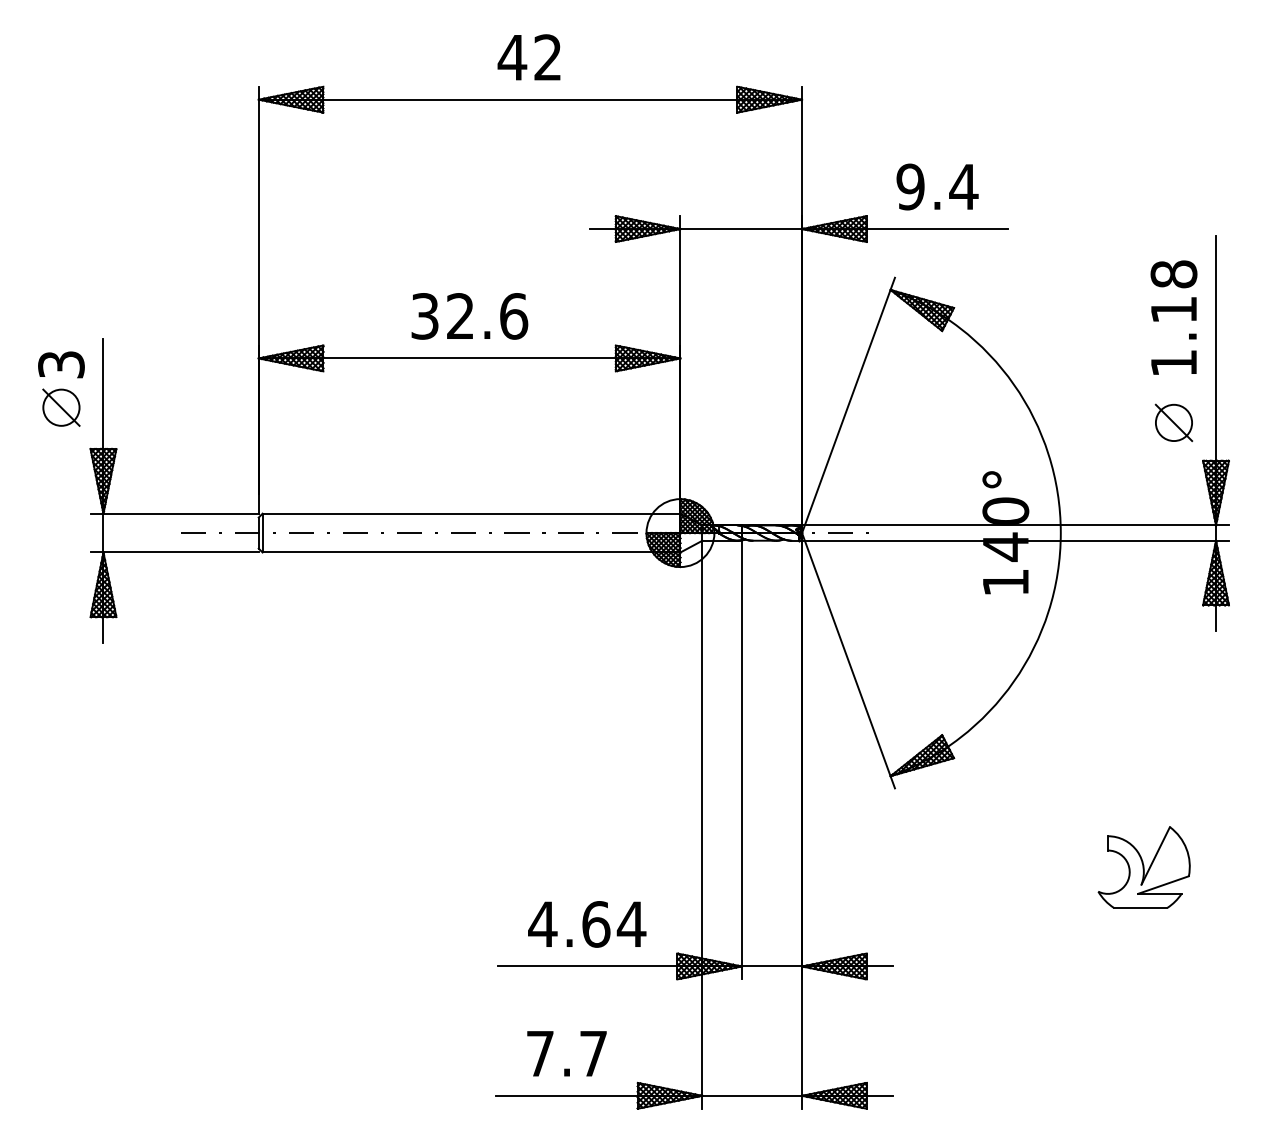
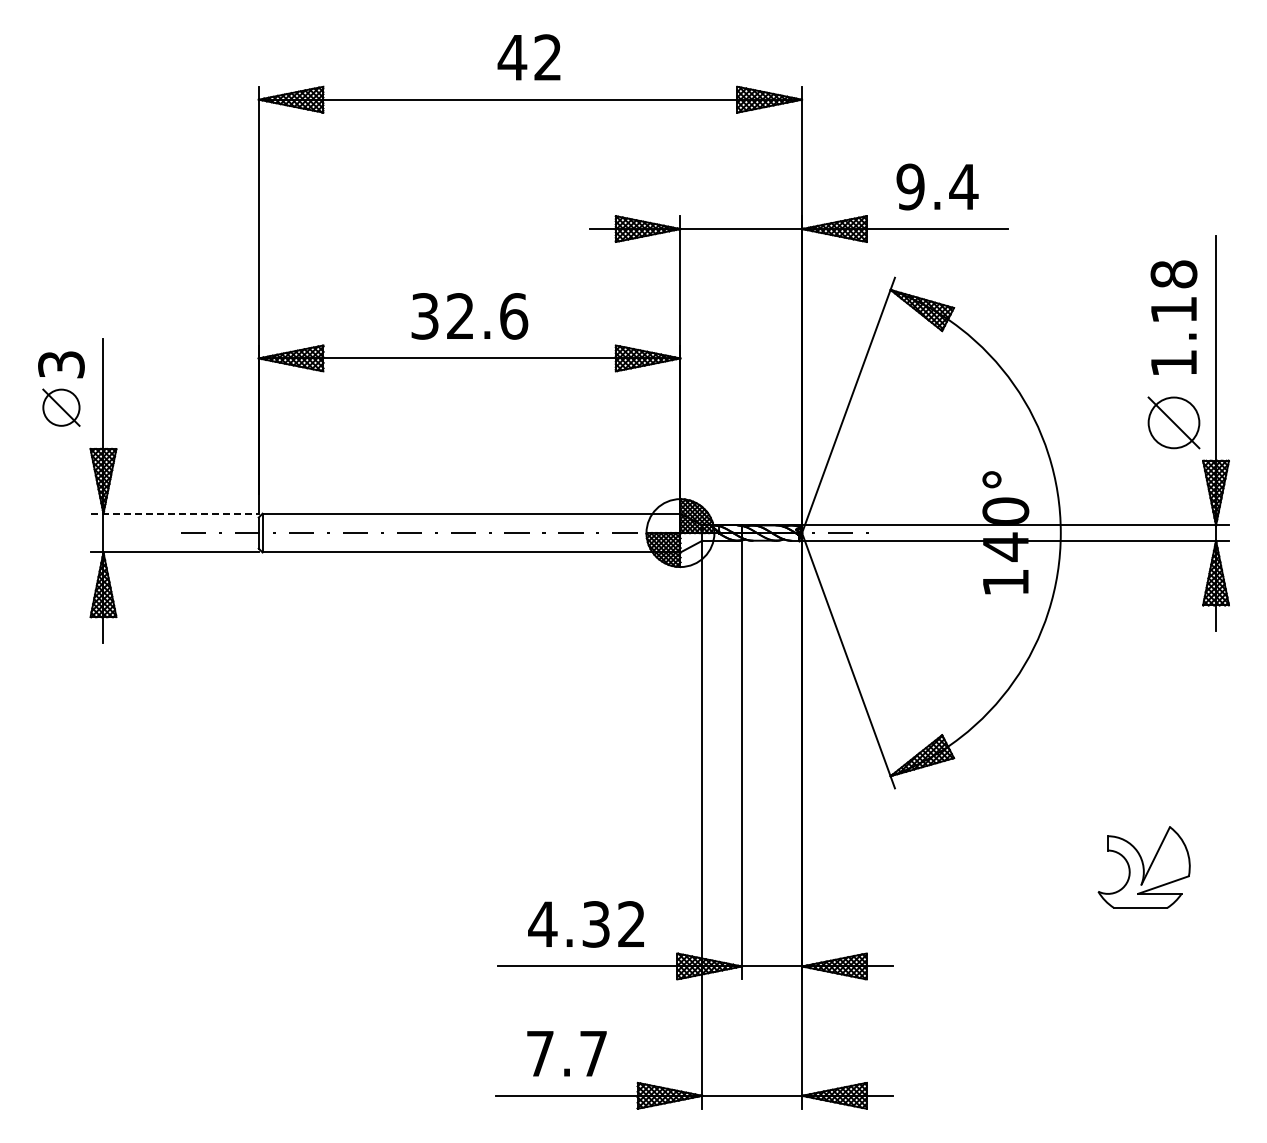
part at (1173, 422) size: 40x40 px -> 54x54 px
line at (175, 513): solid -> dashed
text at (614, 924): 4.64 -> 4.32
